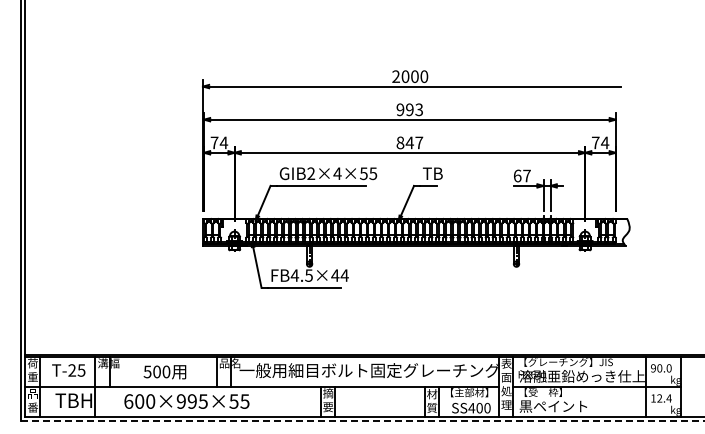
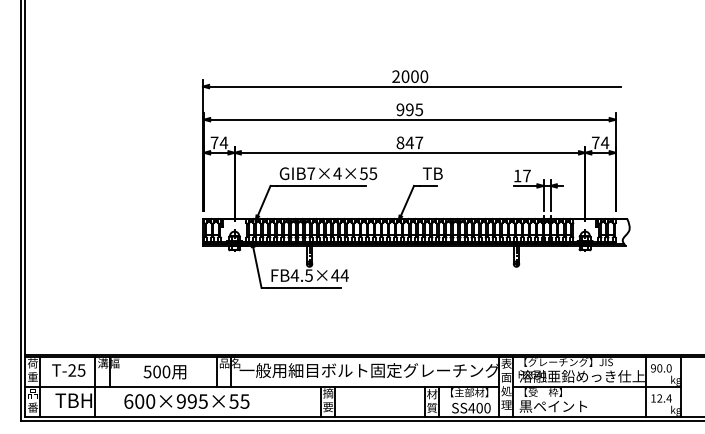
text at (419, 109): 993 -> 995
text at (311, 173): GIB2×4×55 -> GIB7×4×55
text at (517, 175): 67 -> 17
line at (362, 421): dashed -> solid
